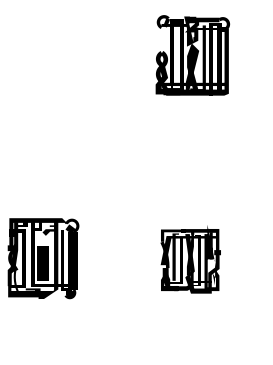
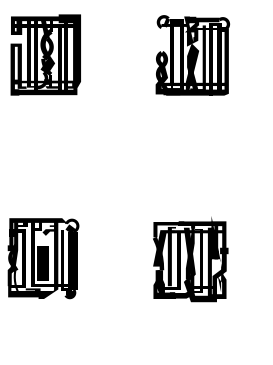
part at (45, 54): none -> present
part at (190, 259) size: 61x69 px -> 76x87 px
